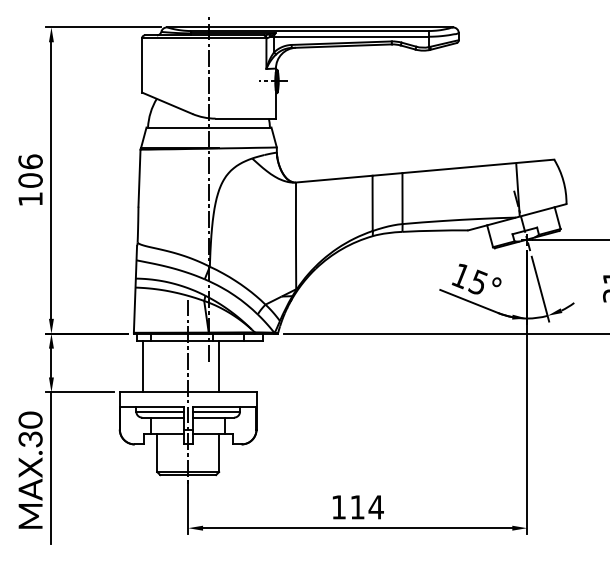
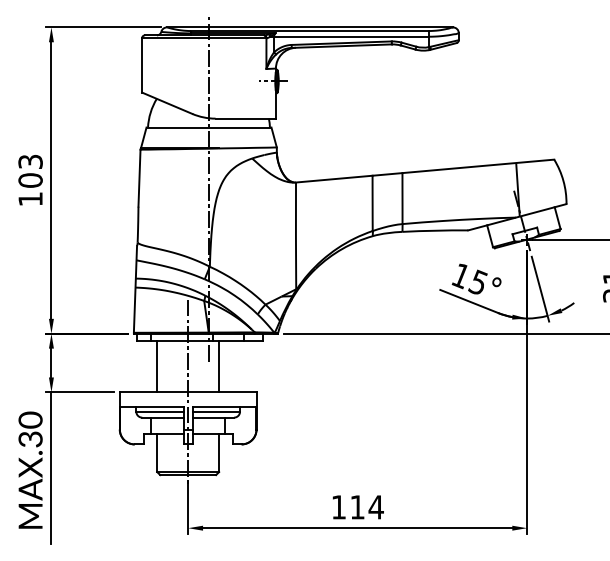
text at (30, 161): 106 -> 103
line at (143, 366) position: (143, 366) -> (157, 366)
